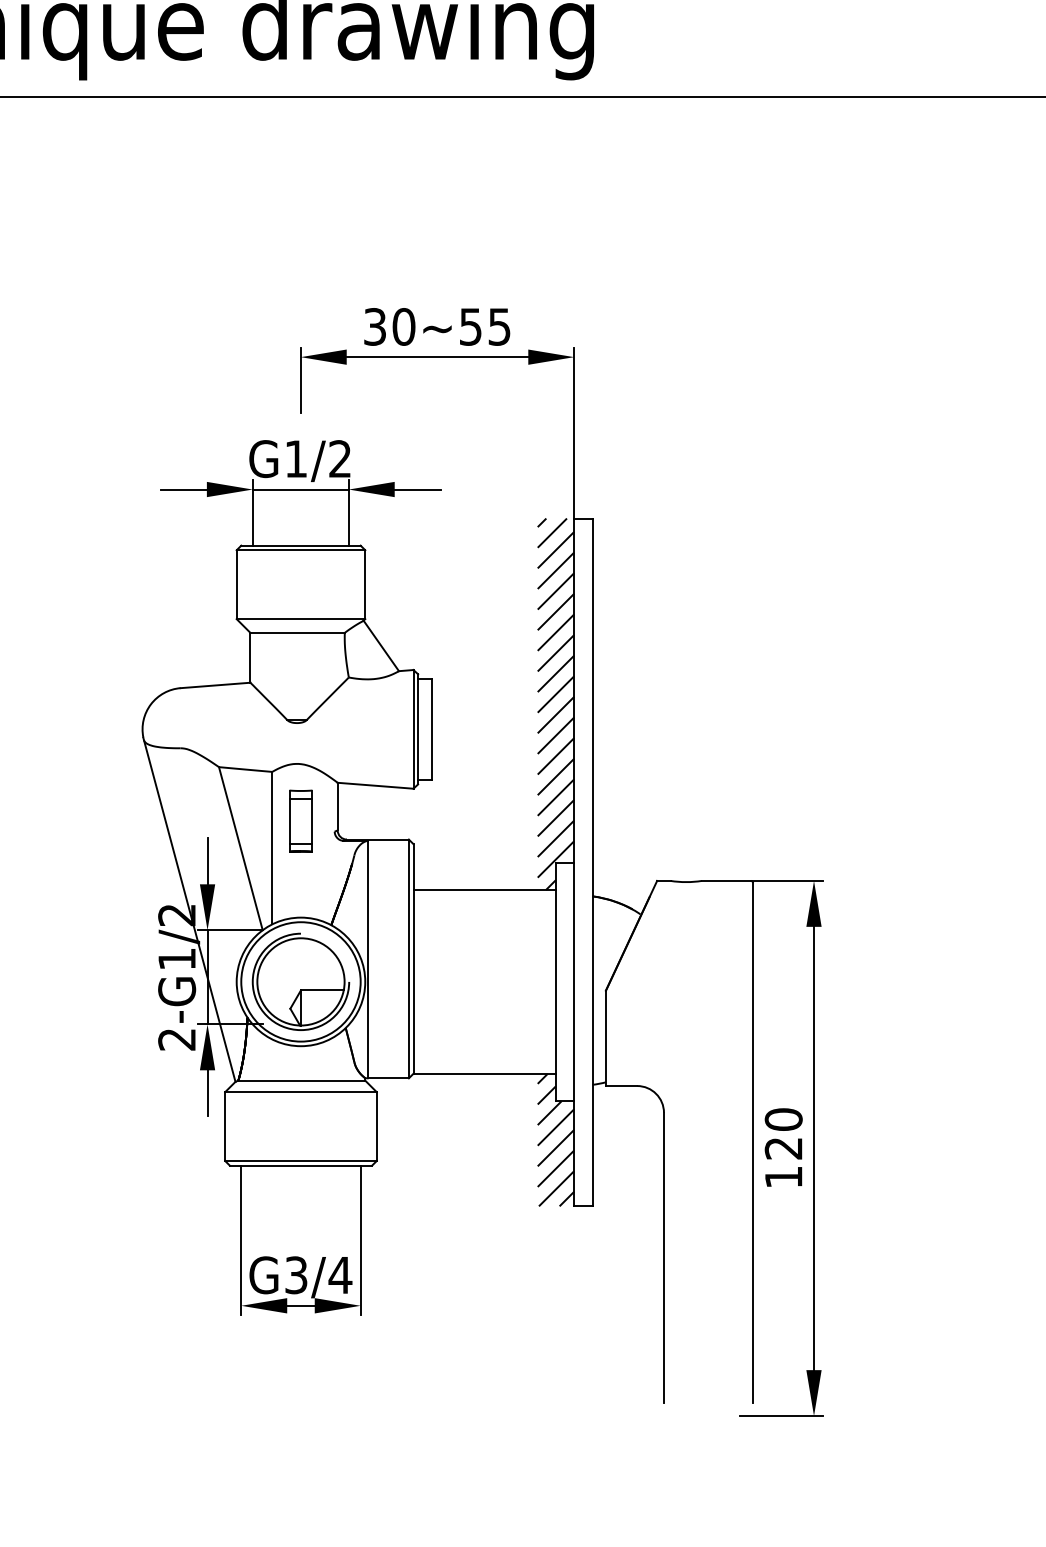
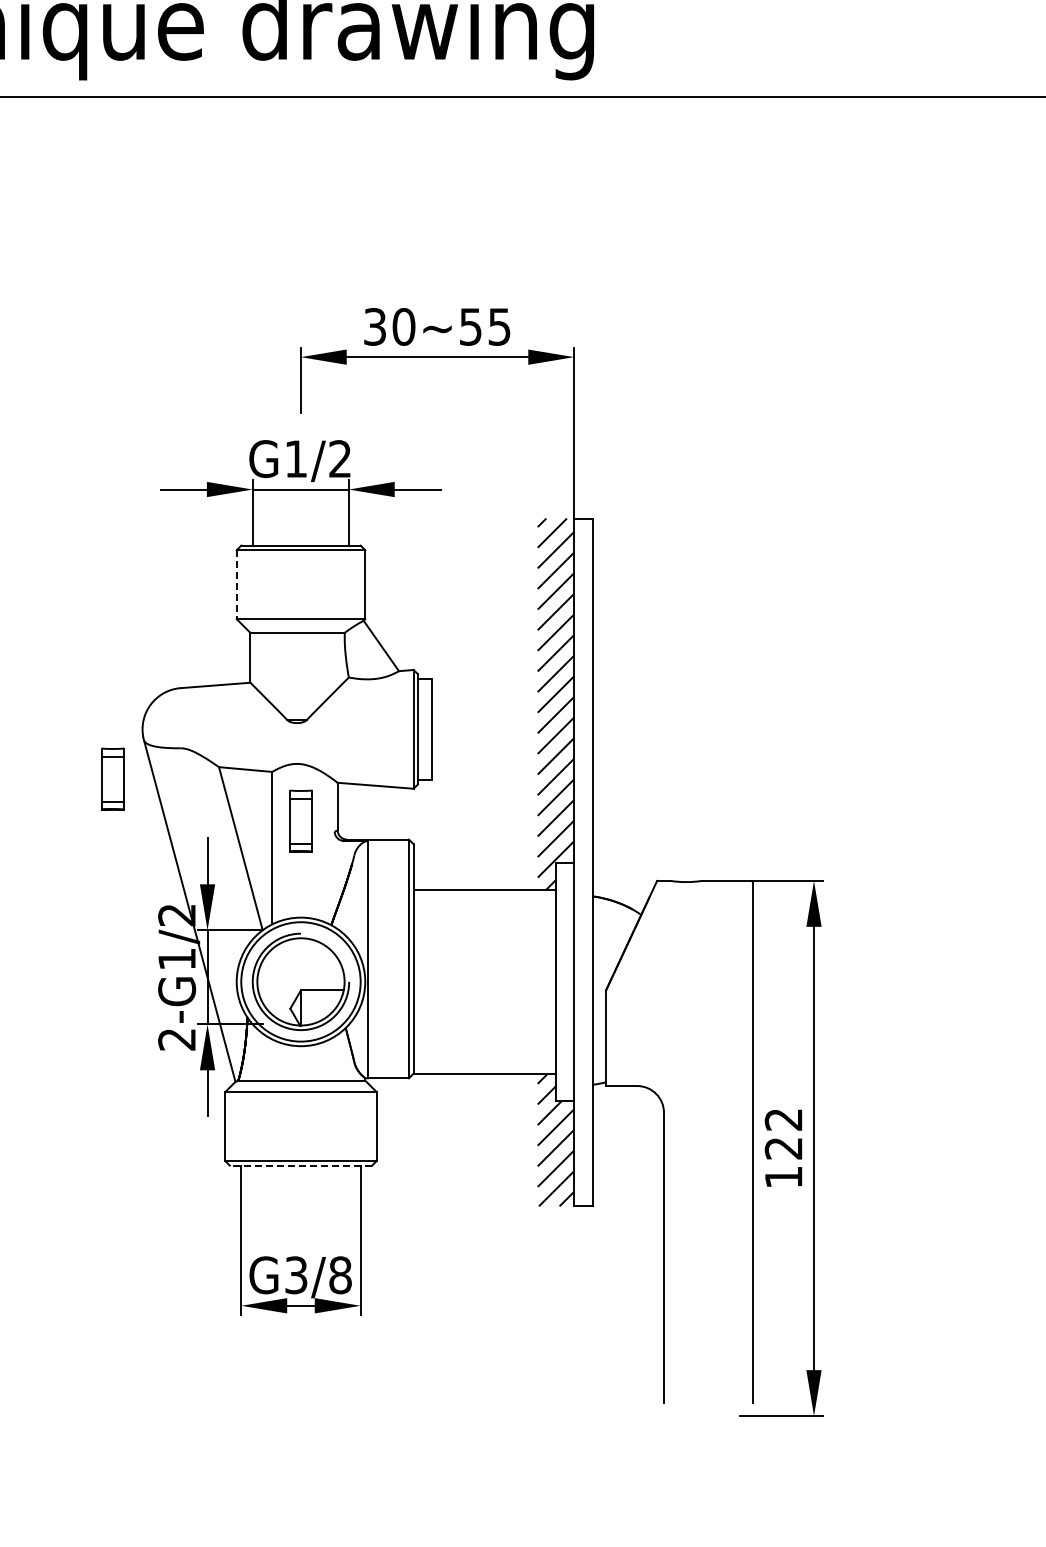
line at (236, 585): solid -> dashed
part at (112, 778): none -> present
text at (783, 1119): 120 -> 122
line at (300, 1165): solid -> dashed
text at (340, 1275): G3/4 -> G3/8
